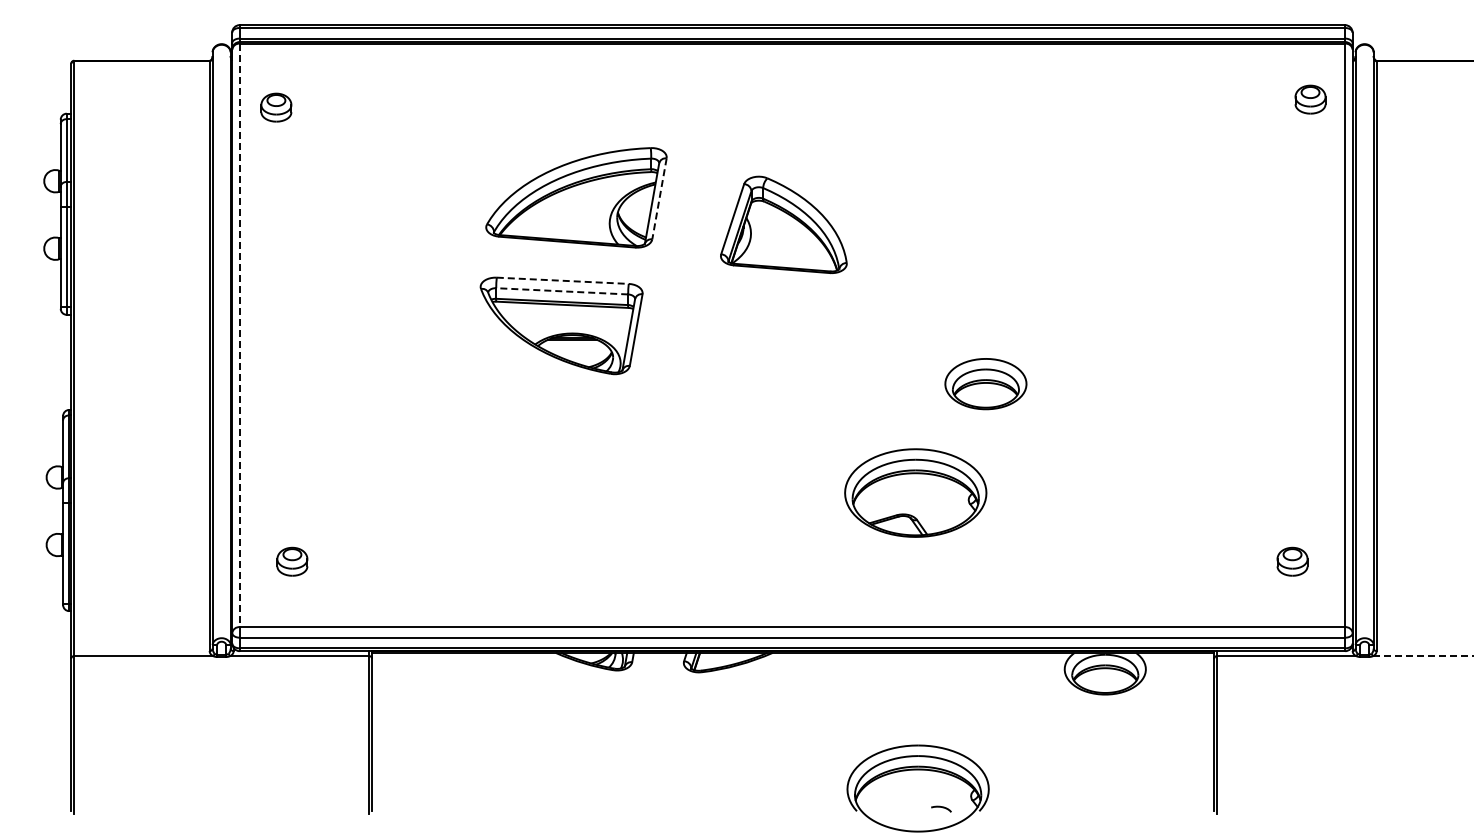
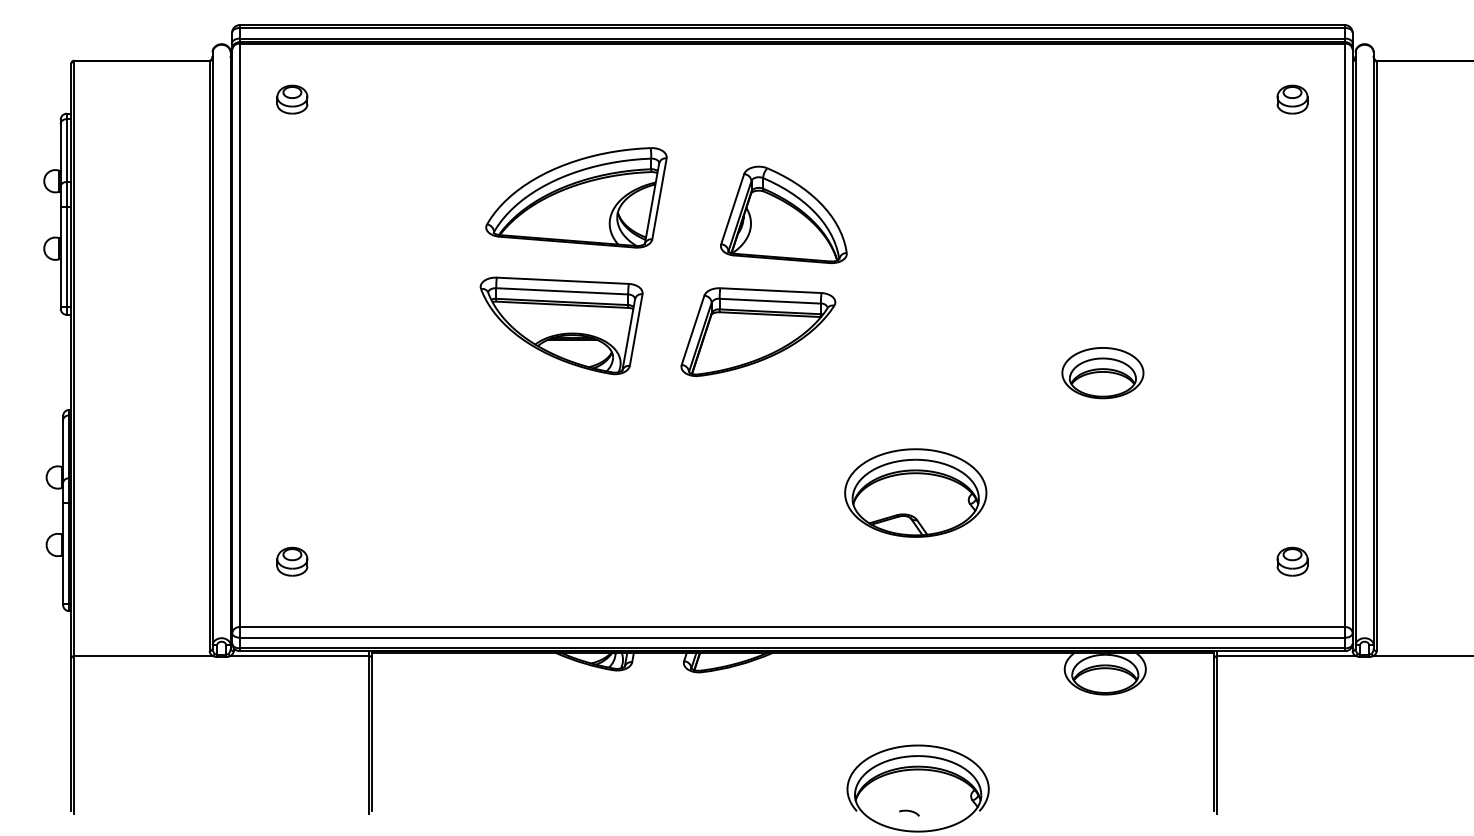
part at (1310, 99) position: (1310, 99) -> (1292, 99)
part at (276, 107) position: (276, 107) -> (292, 99)
line at (659, 199): dashed -> solid
part at (783, 224) position: (783, 224) -> (783, 214)
line at (563, 280): dashed -> solid
line at (561, 291): dashed -> solid
part at (758, 331): none -> present
line at (239, 335): dashed -> solid
part at (985, 384) position: (985, 384) -> (1102, 373)
line at (1423, 656): dashed -> solid
curve at (941, 807) position: (941, 807) -> (909, 811)
